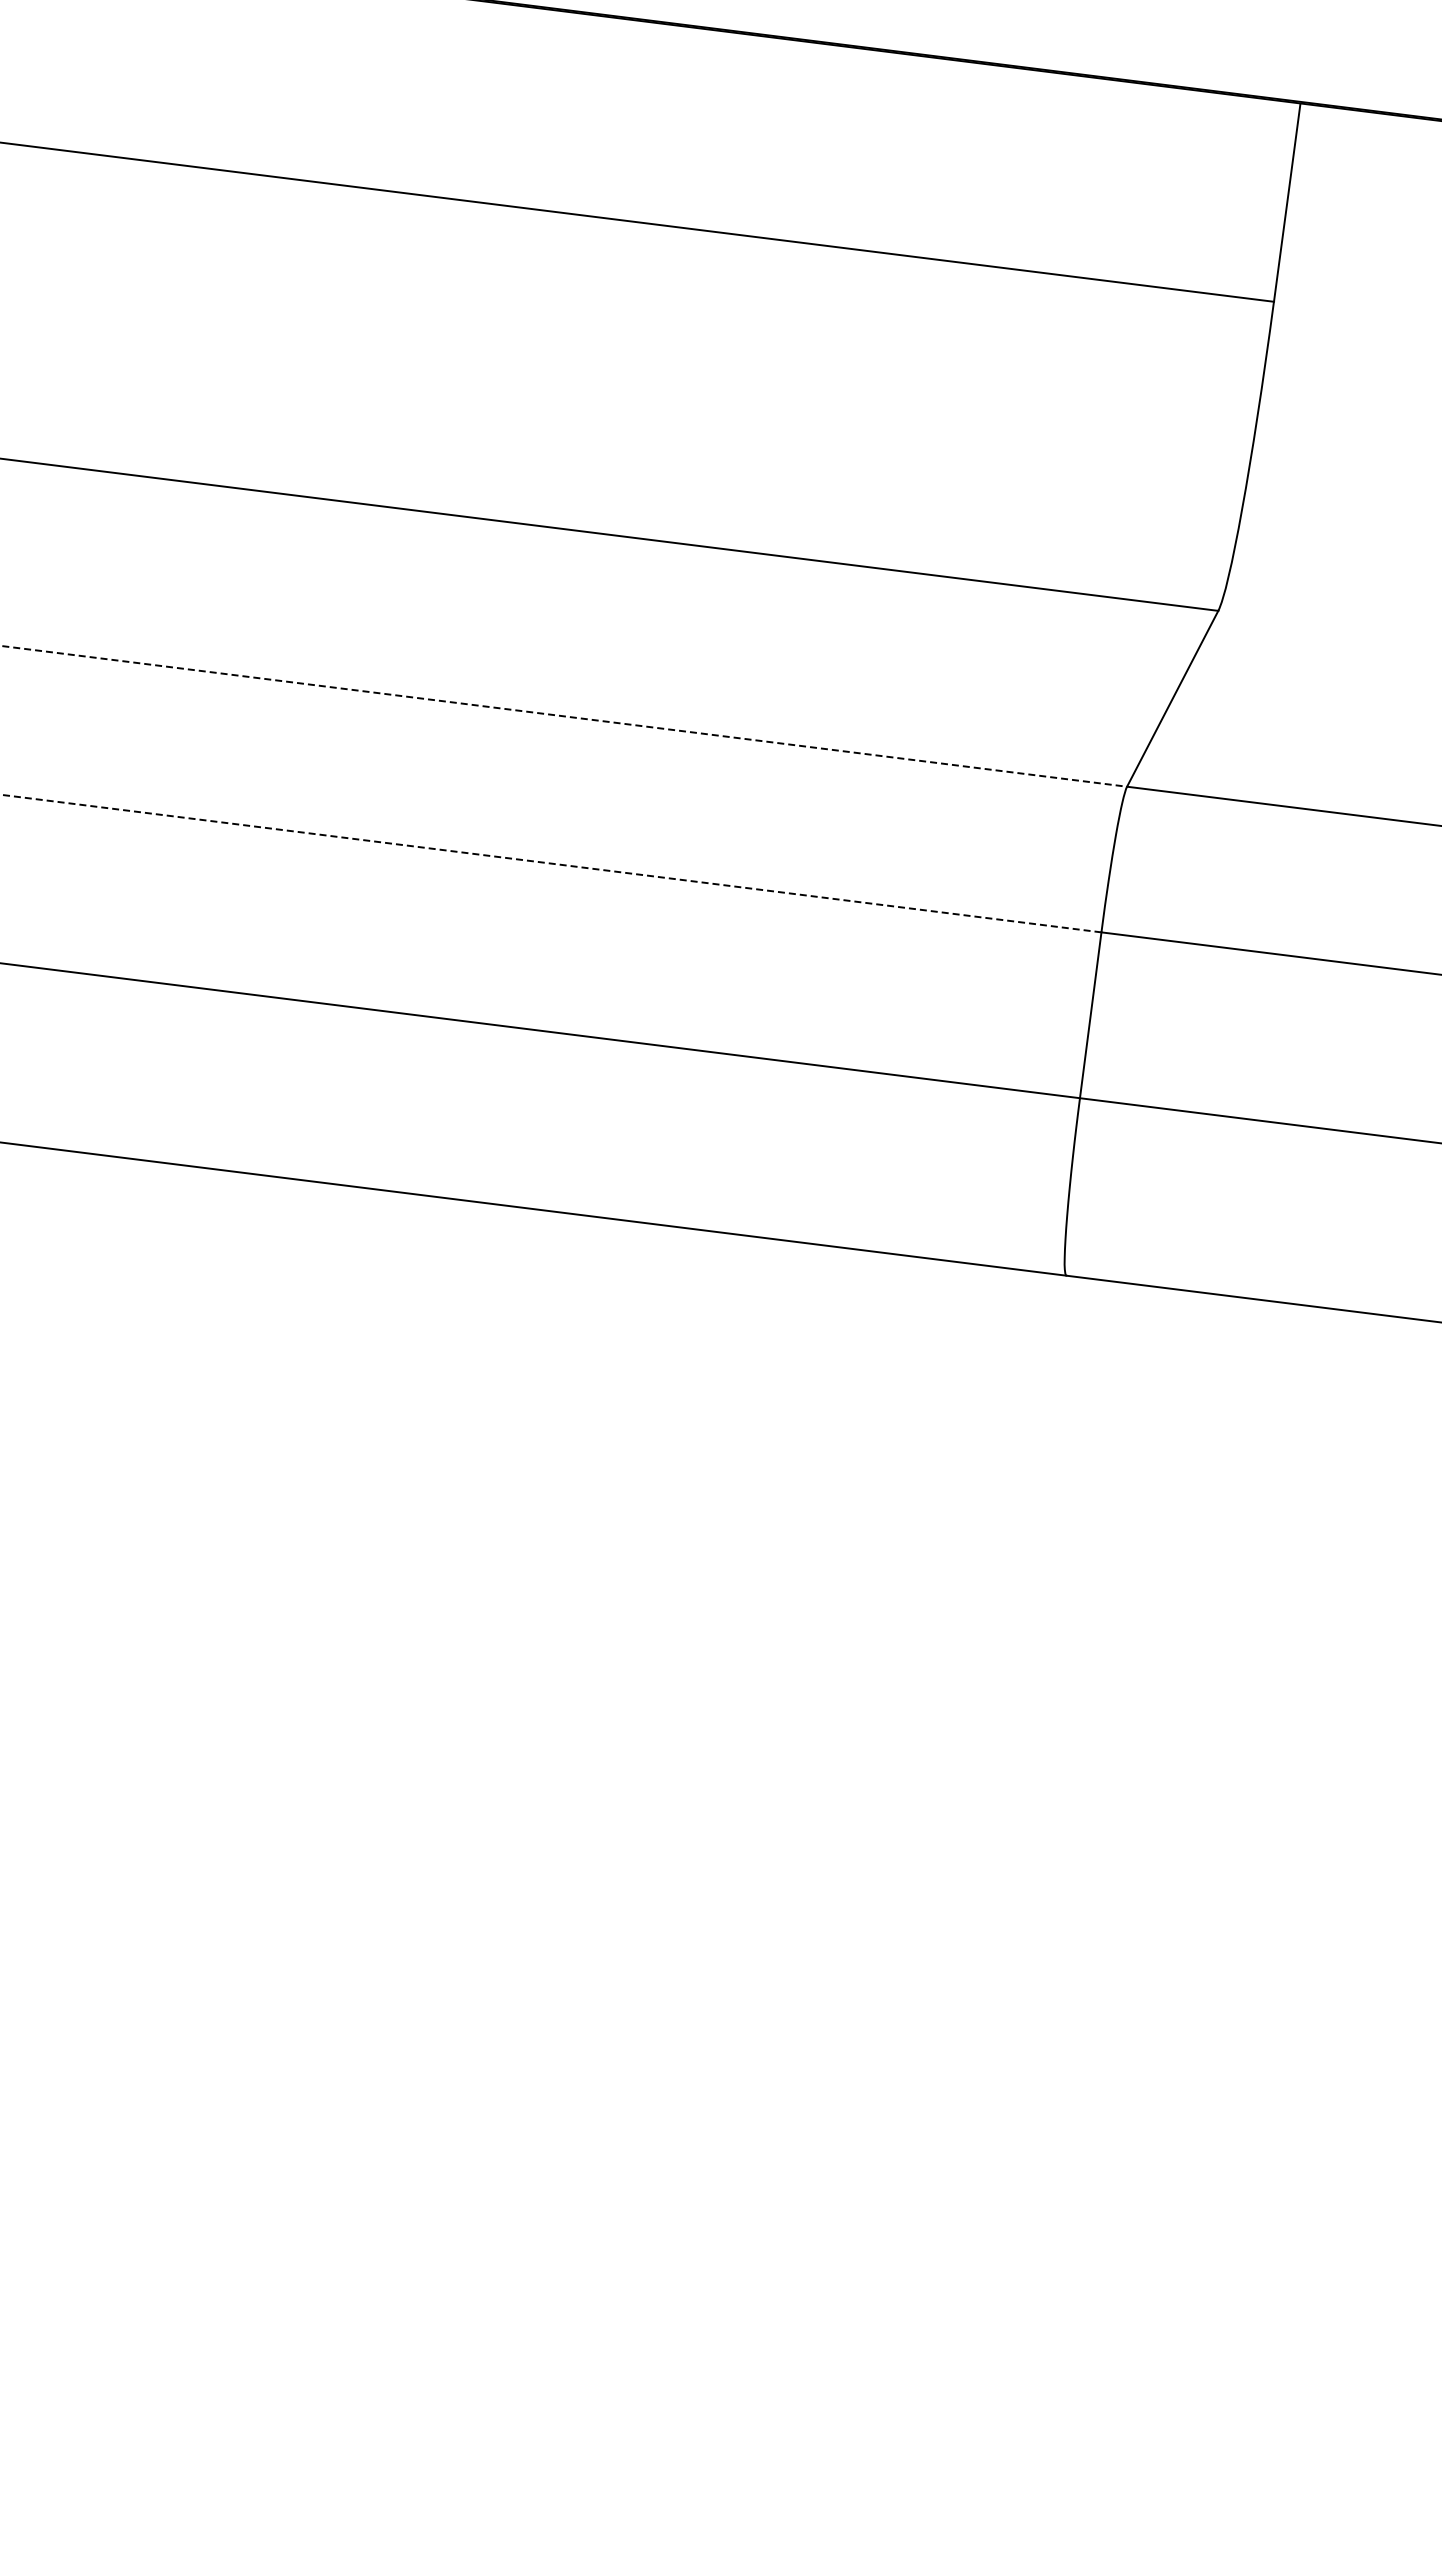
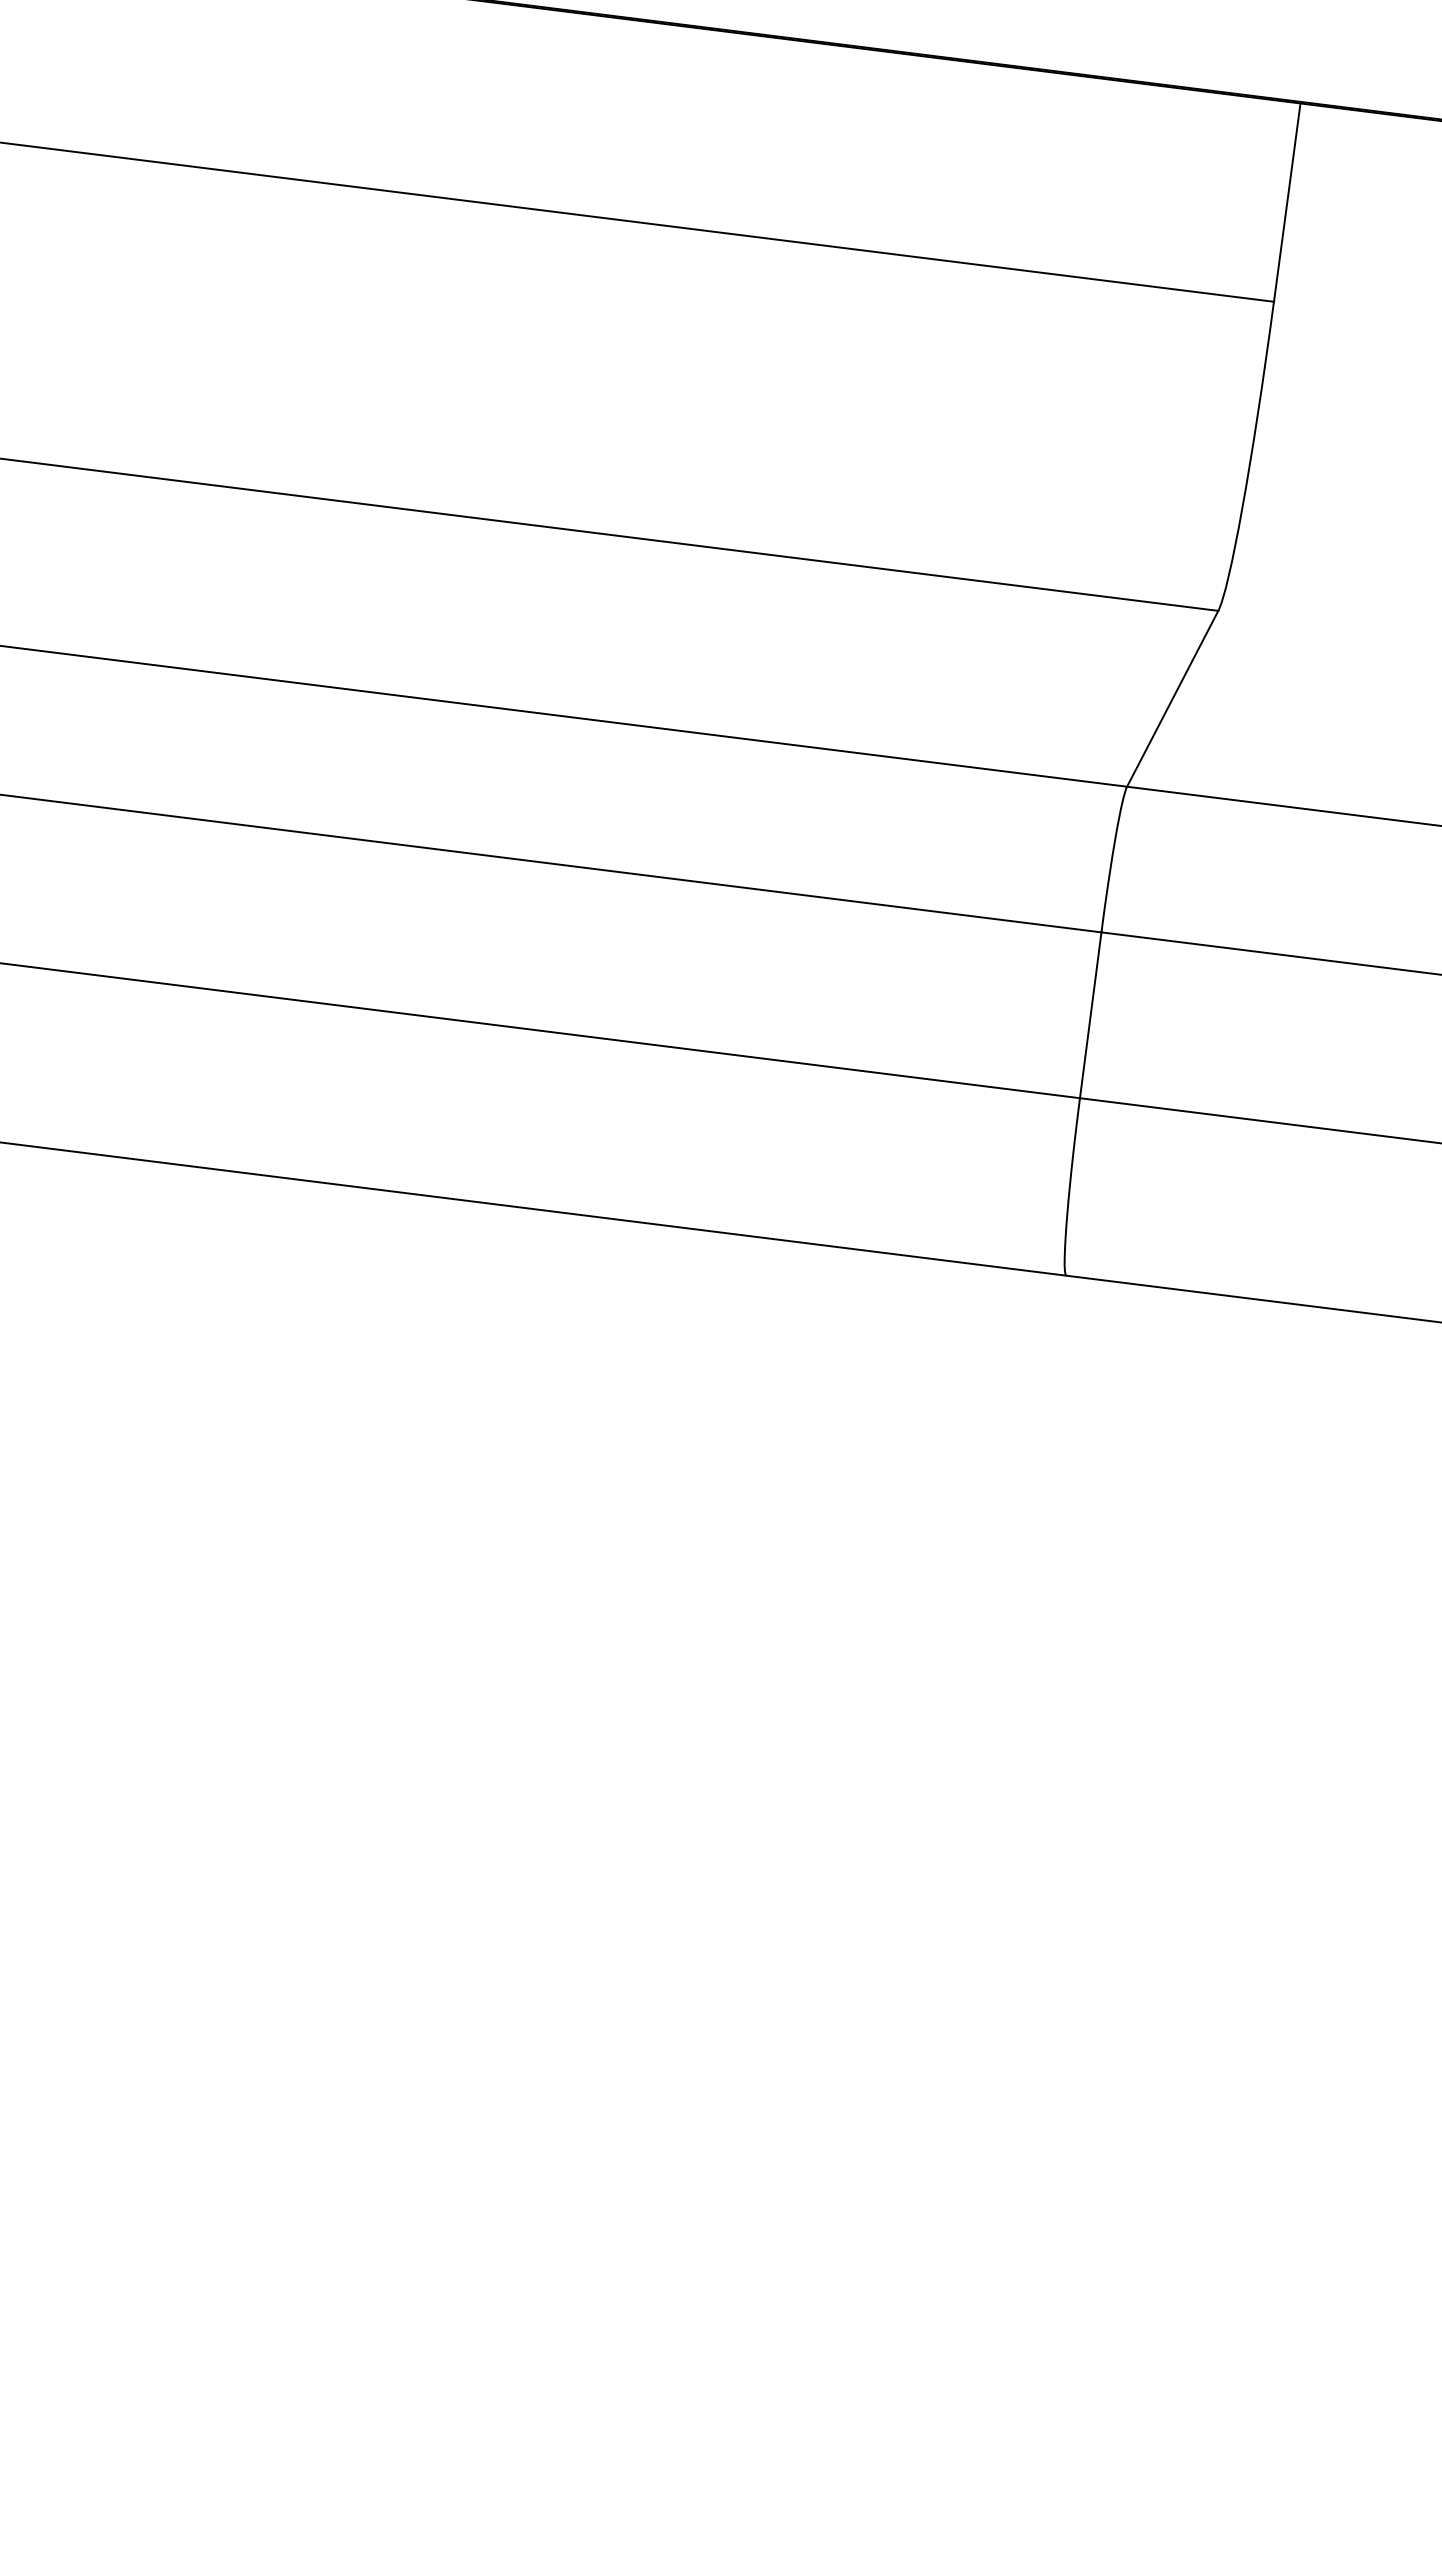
line at (563, 716): dashed -> solid
line at (550, 863): dashed -> solid
